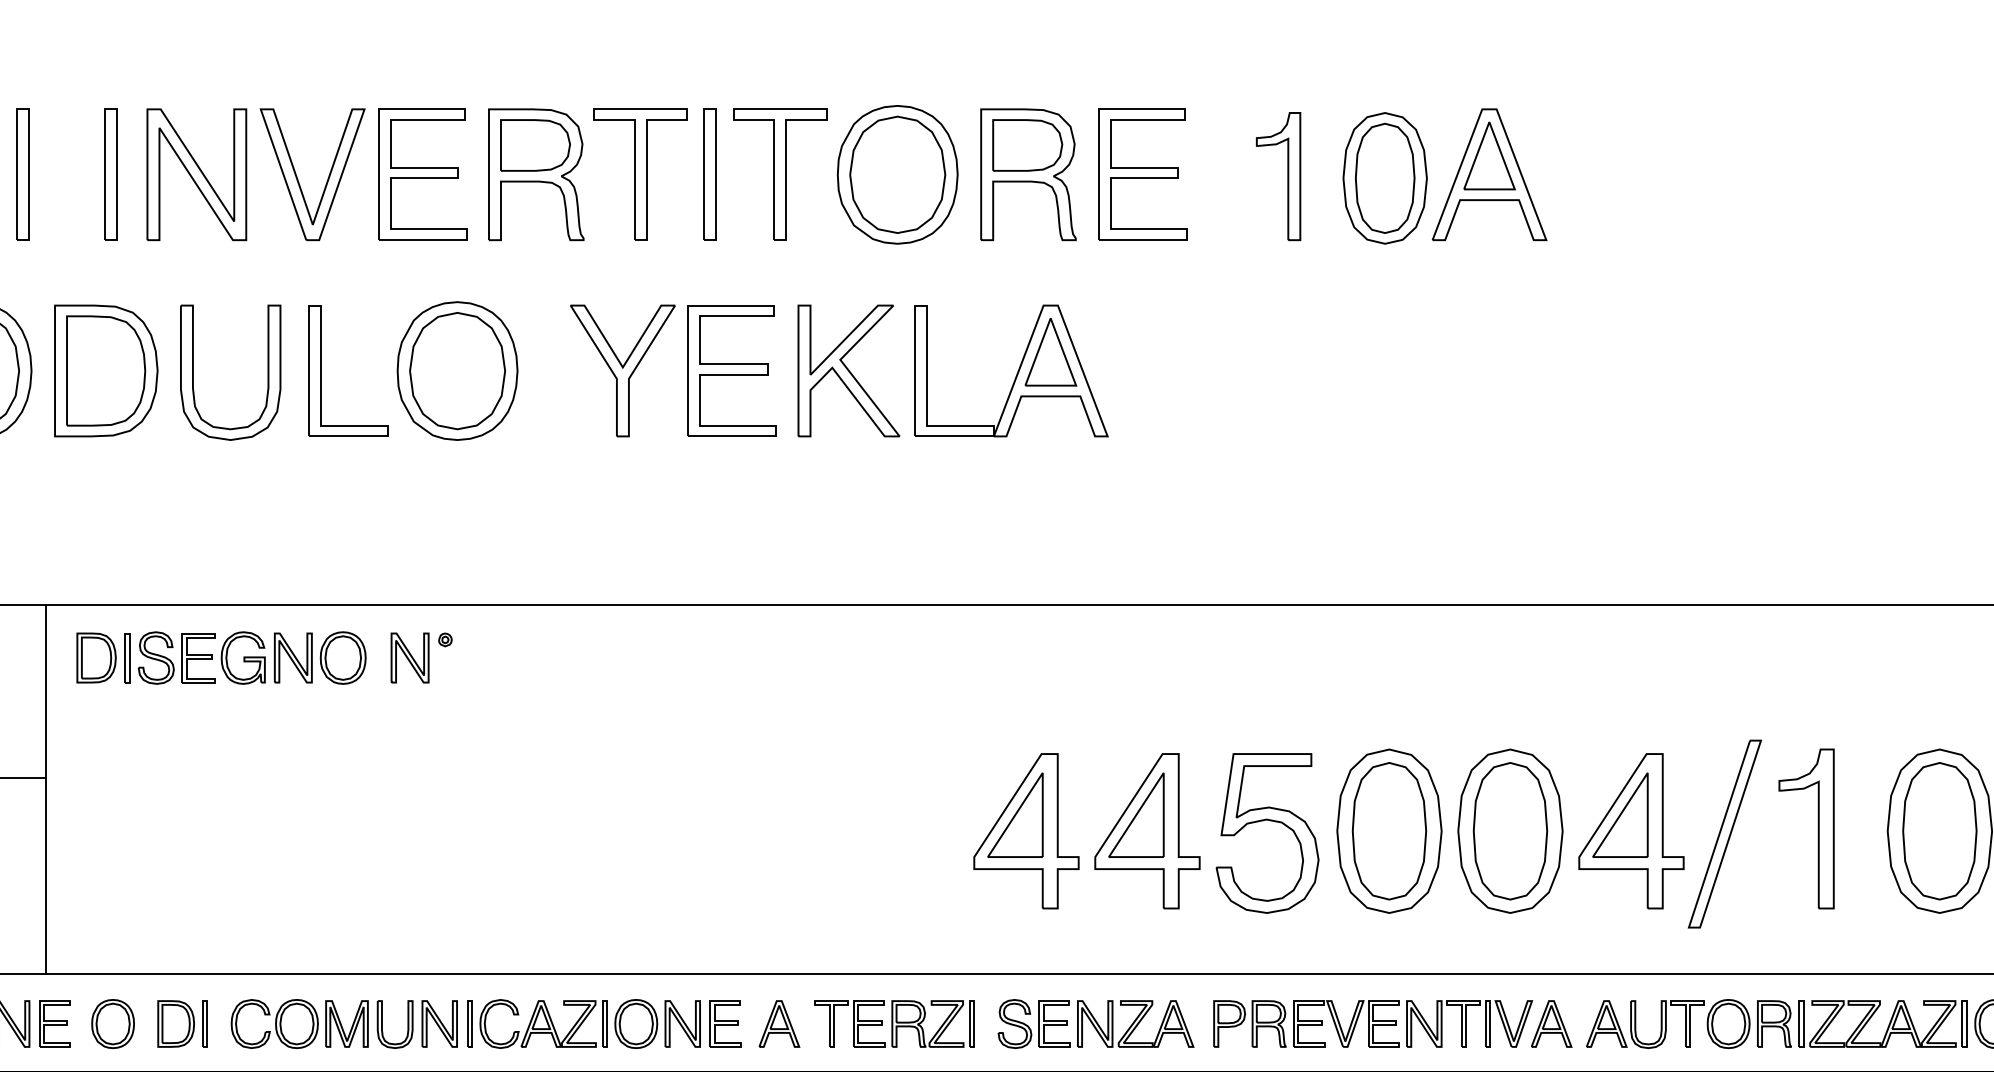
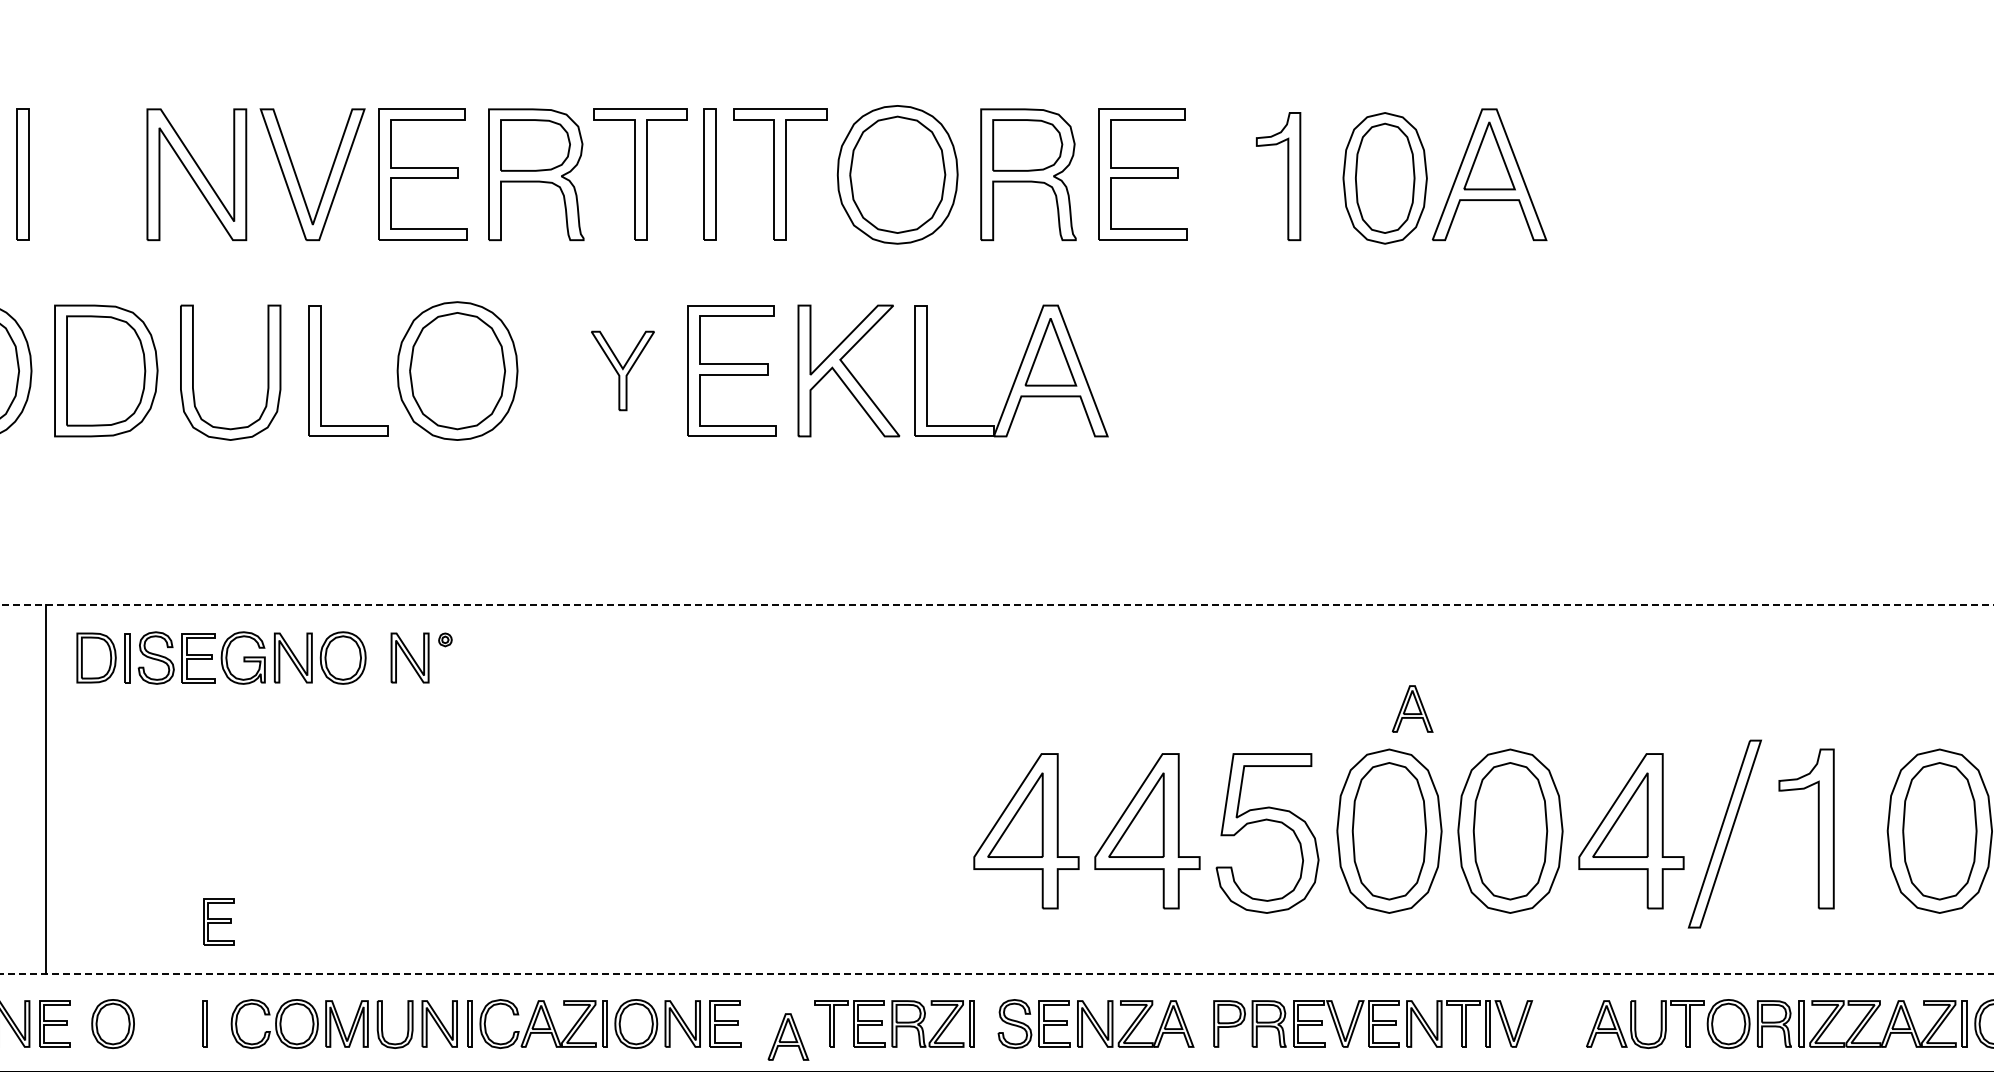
part at (110, 174): present -> none
part at (622, 370) size: 106x134 px -> 64x82 px
line at (997, 604): solid -> dashed
line at (24, 778): present -> none
part at (218, 921): none -> present
line at (996, 974): solid -> dashed
part at (175, 1023): present -> none
part at (779, 1023) position: (779, 1023) -> (788, 1036)
part at (1551, 1023) position: (1551, 1023) -> (1412, 708)
